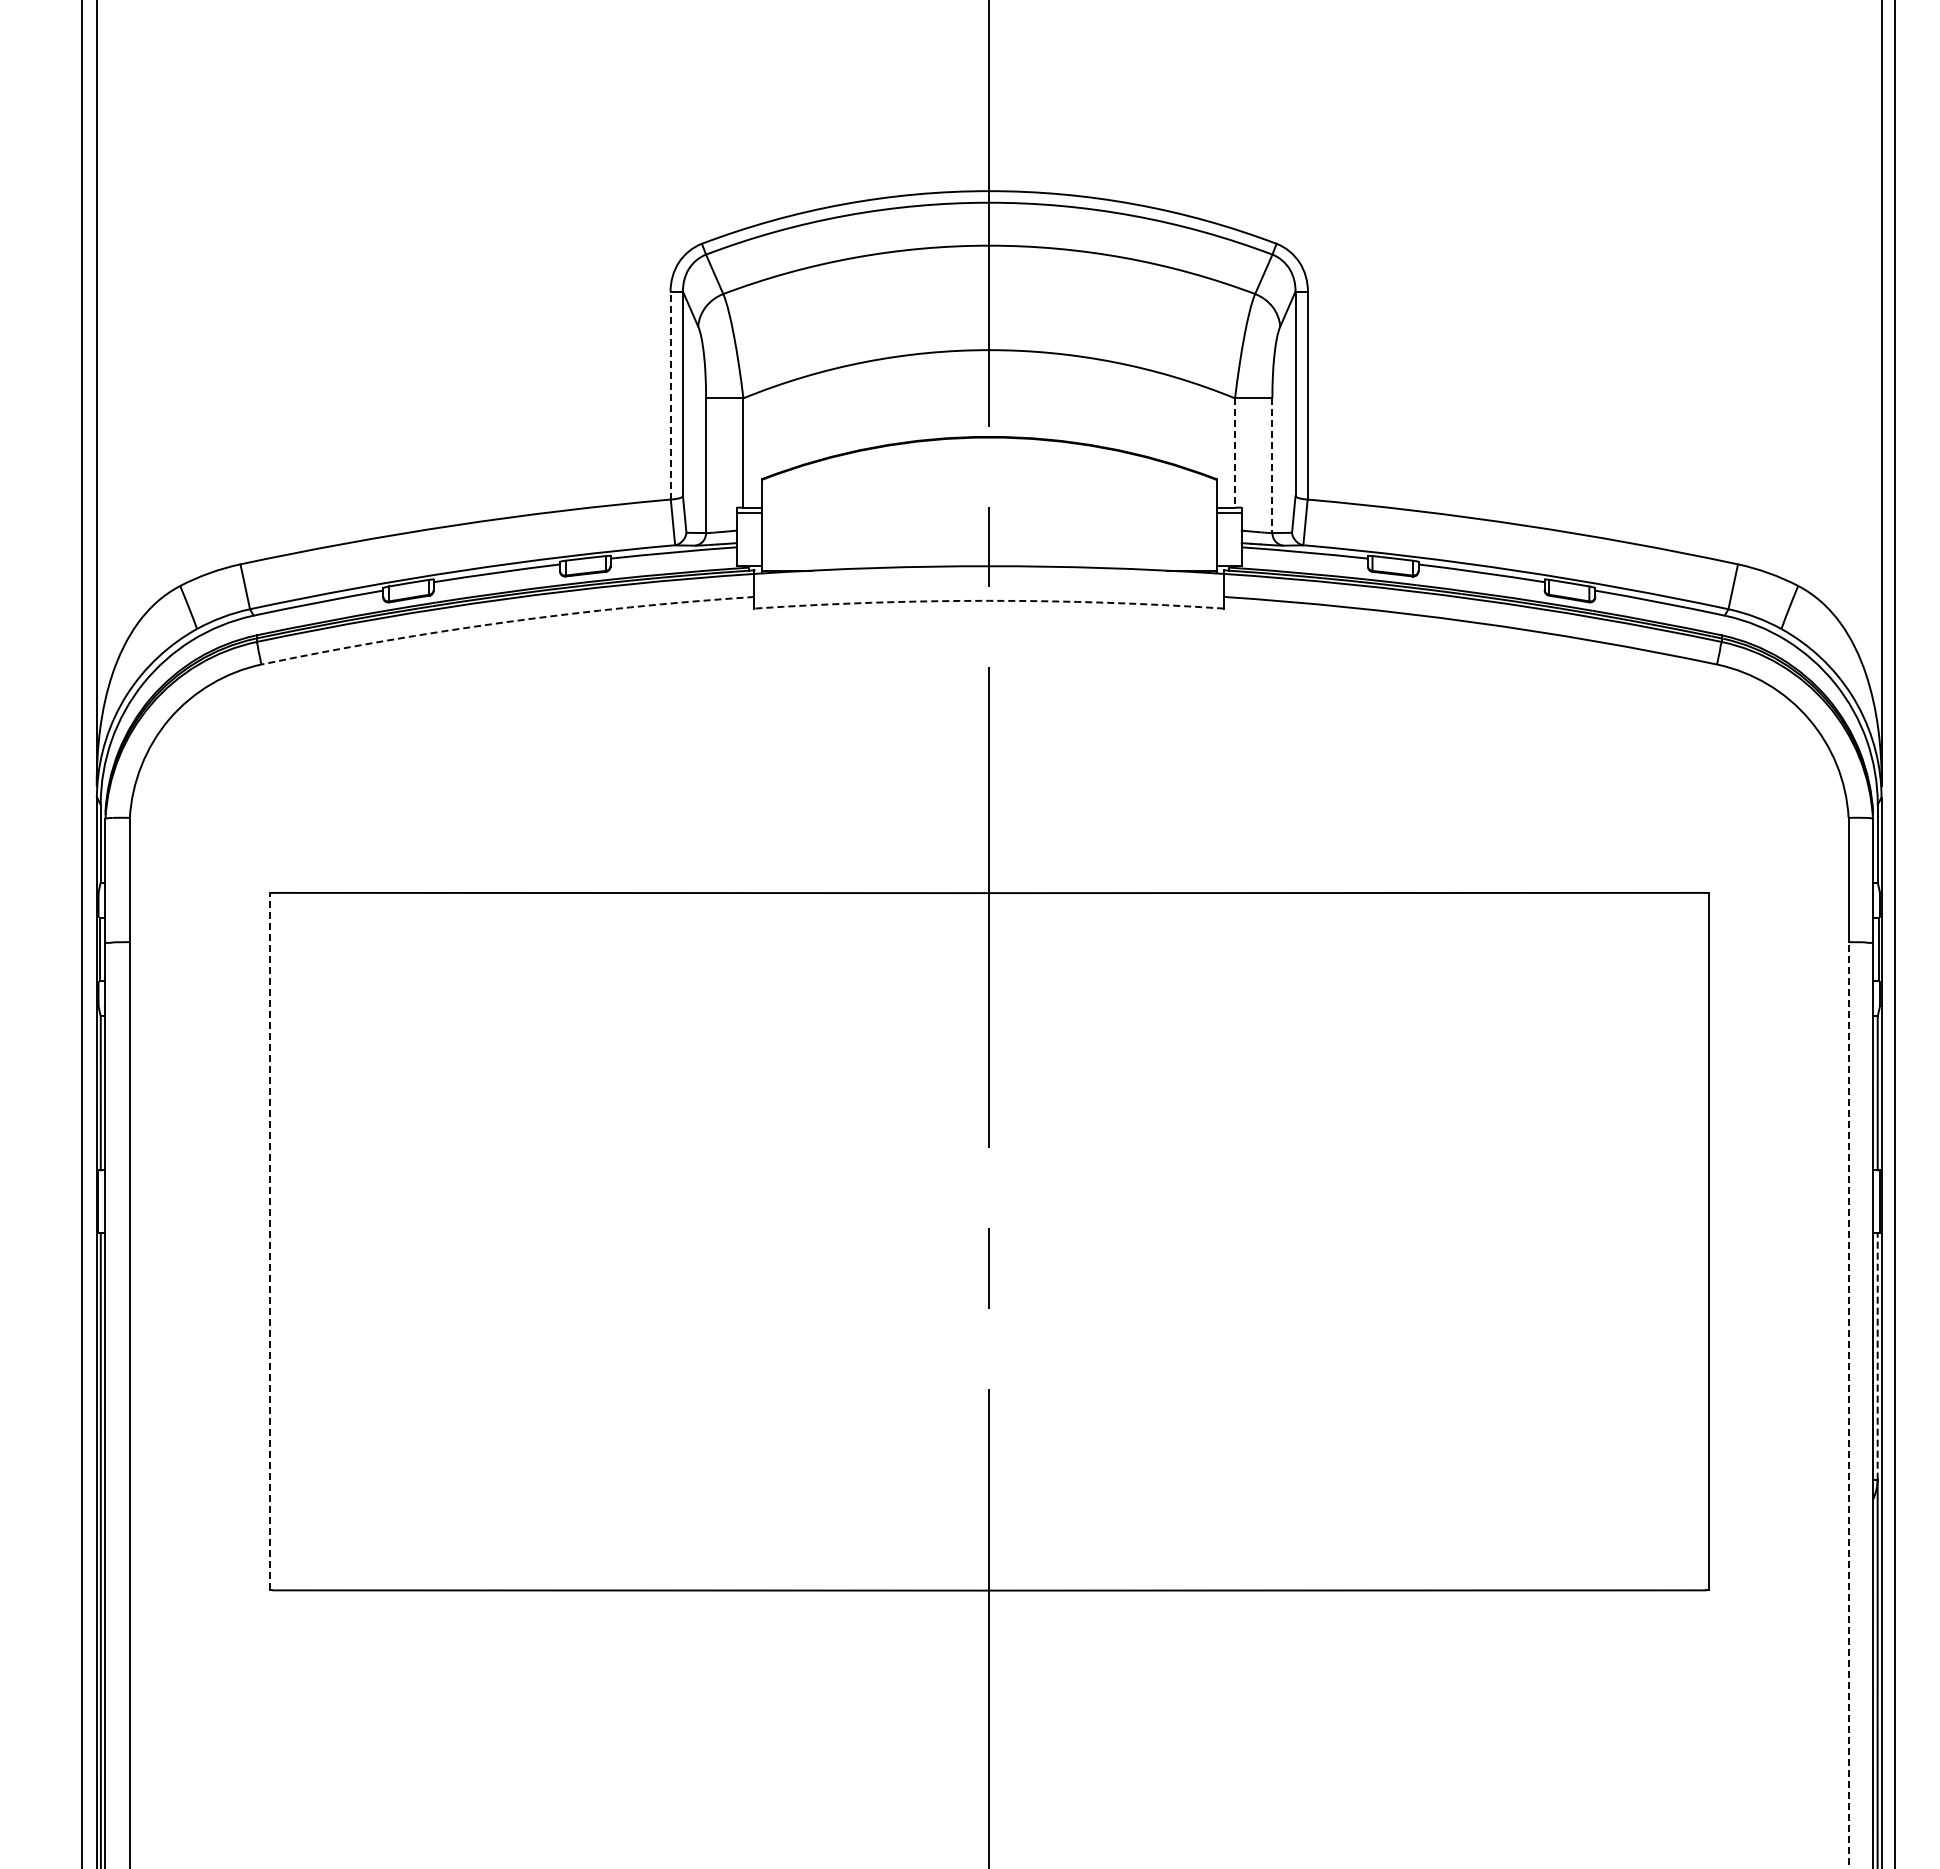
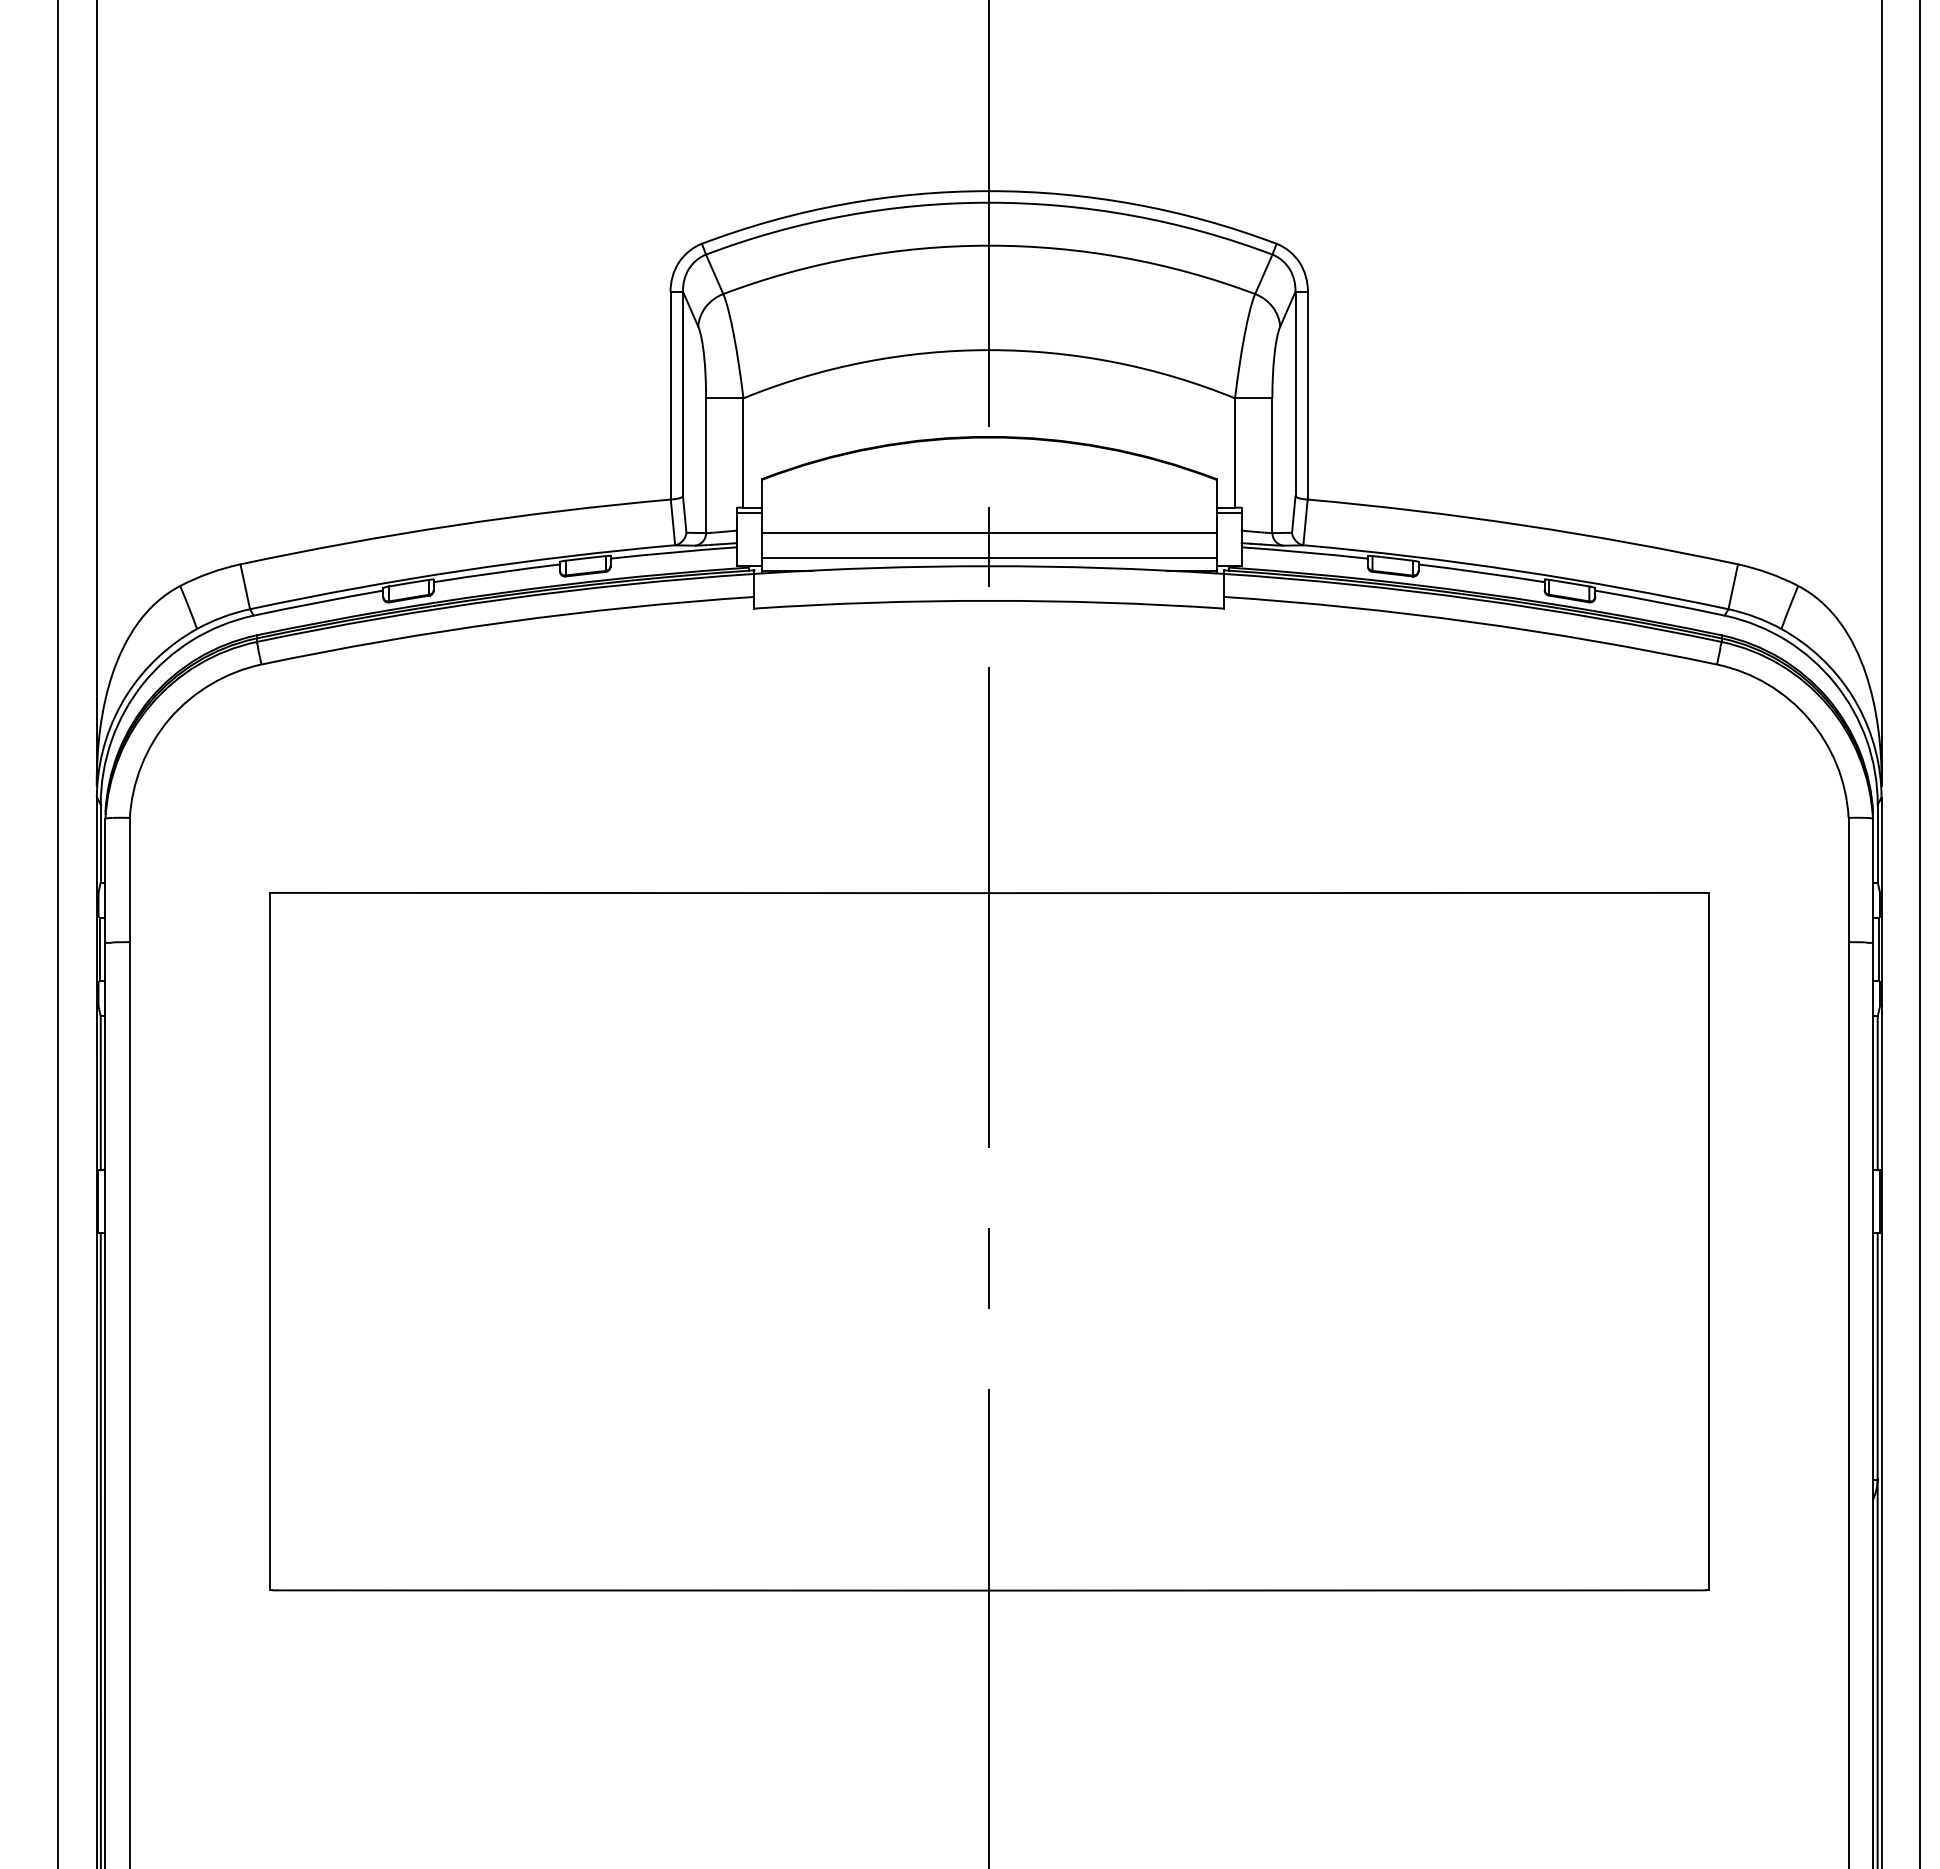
line at (670, 395): dashed -> solid
line at (1235, 453): dashed -> solid
line at (1272, 466): dashed -> solid
line at (989, 533): none -> present
line at (989, 558): none -> present
arc at (989, 600): dashed -> solid
arc at (506, 622): dashed -> solid
line at (82, 933) position: (82, 933) -> (58, 933)
line at (1895, 933) position: (1895, 933) -> (1920, 933)
line at (269, 1241): dashed -> solid
line at (1877, 1356): dashed -> solid
line at (1848, 1404): dashed -> solid
